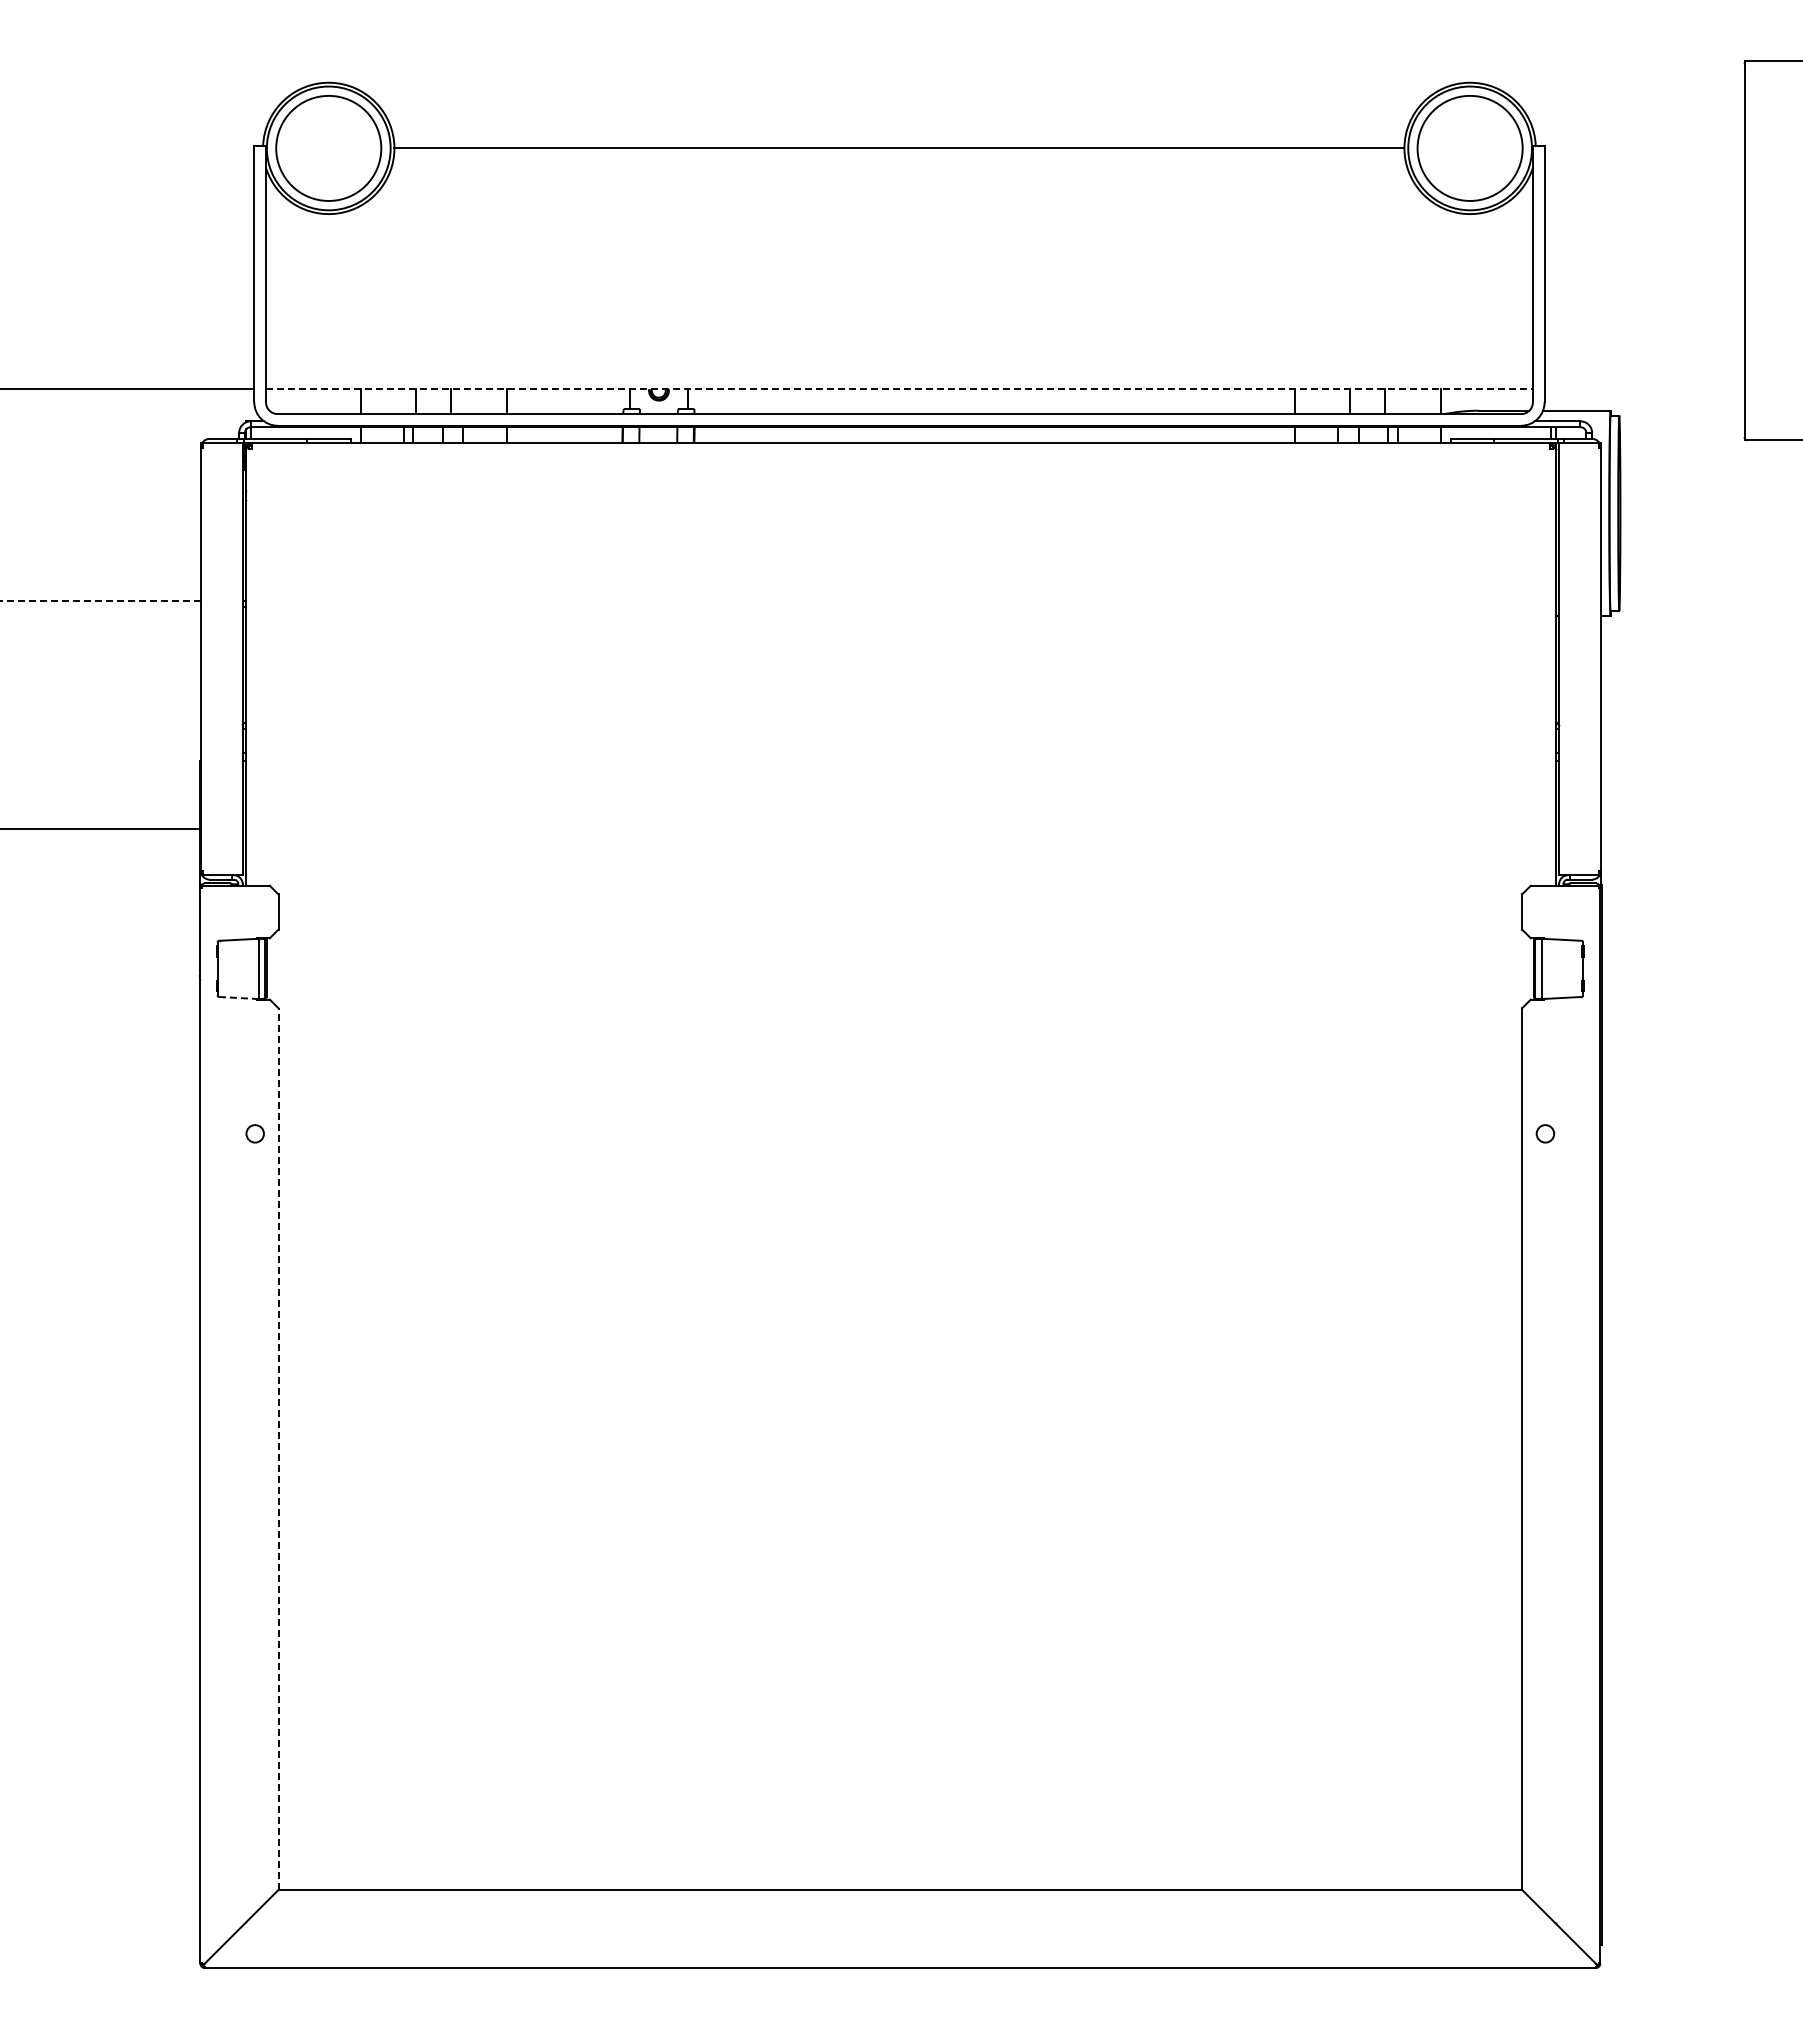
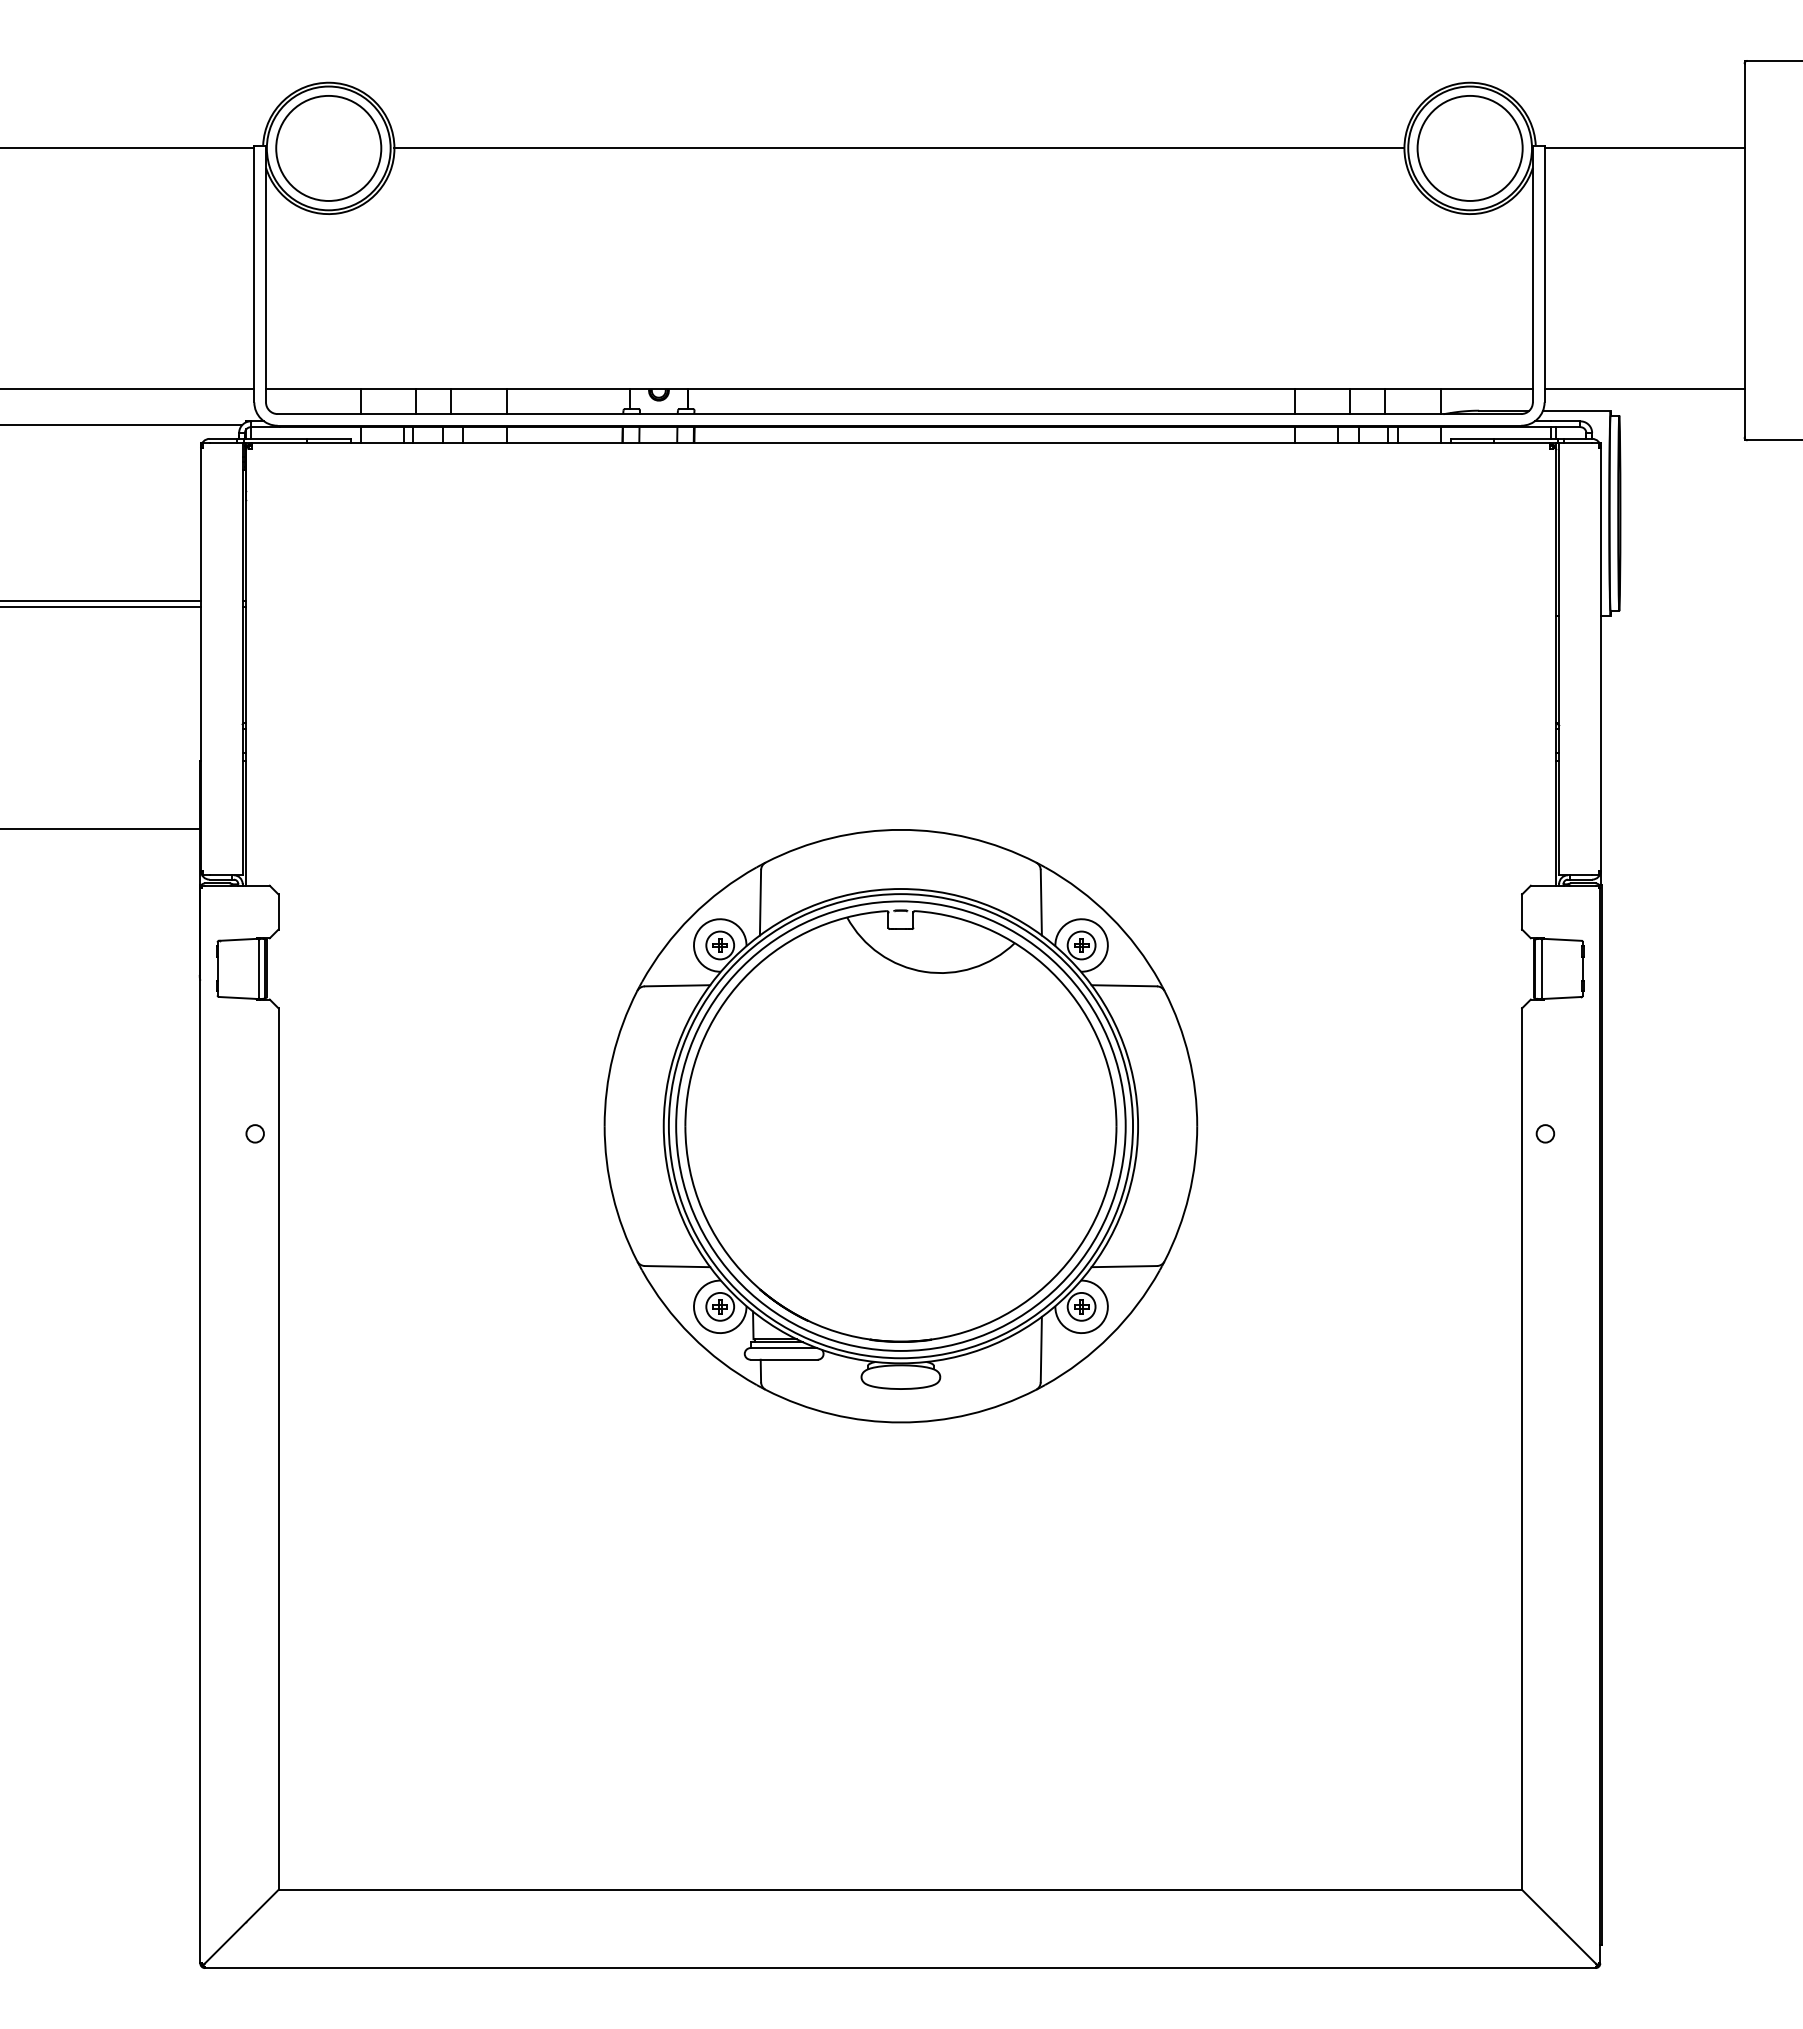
line at (128, 148): none -> present
line at (1644, 148): none -> present
line at (899, 389): dashed -> solid
line at (1644, 389): none -> present
line at (122, 425): none -> present
line at (101, 601): dashed -> solid
line at (101, 606): none -> present
line at (238, 998): dashed -> solid
part at (900, 1126): none -> present
line at (278, 1449): dashed -> solid
